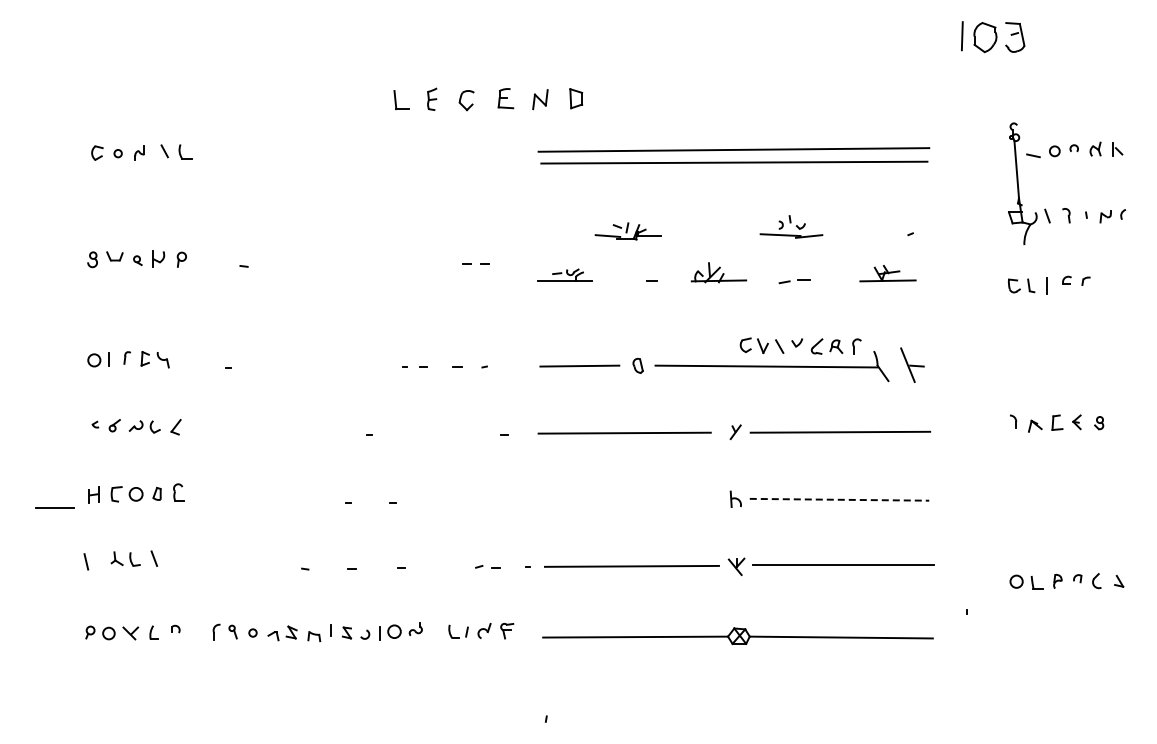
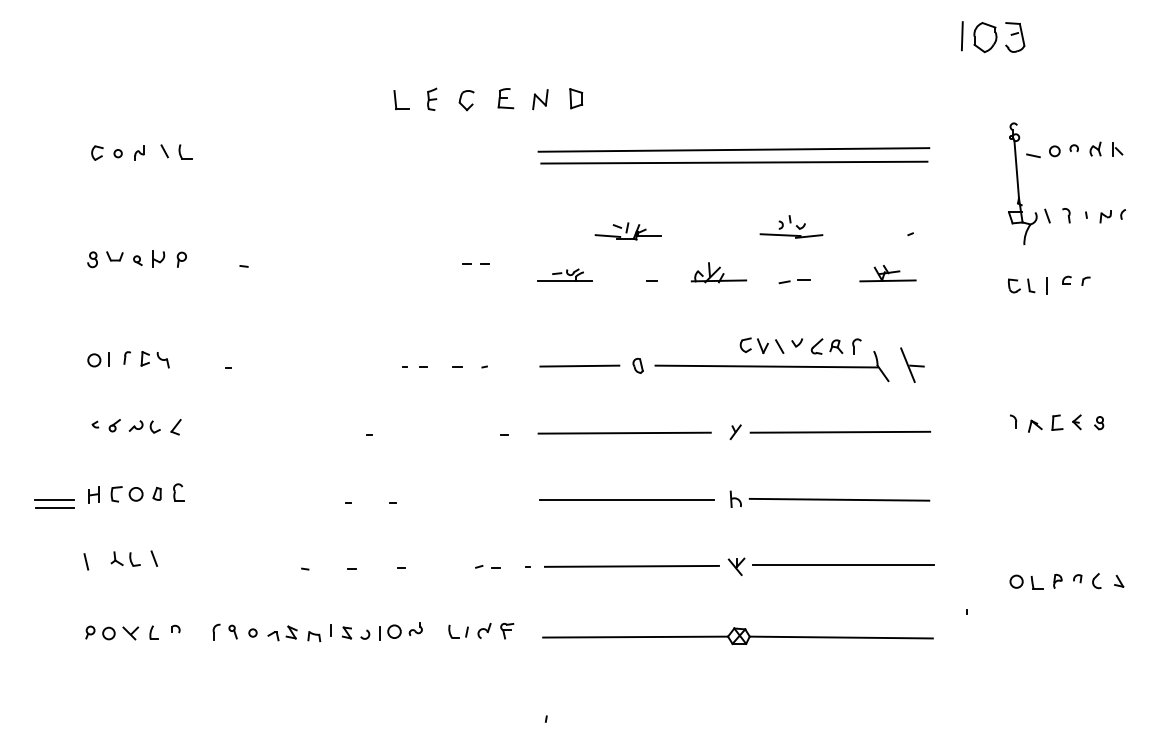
line at (53, 499): none -> present
line at (626, 499): none -> present
line at (839, 499): dashed -> solid
